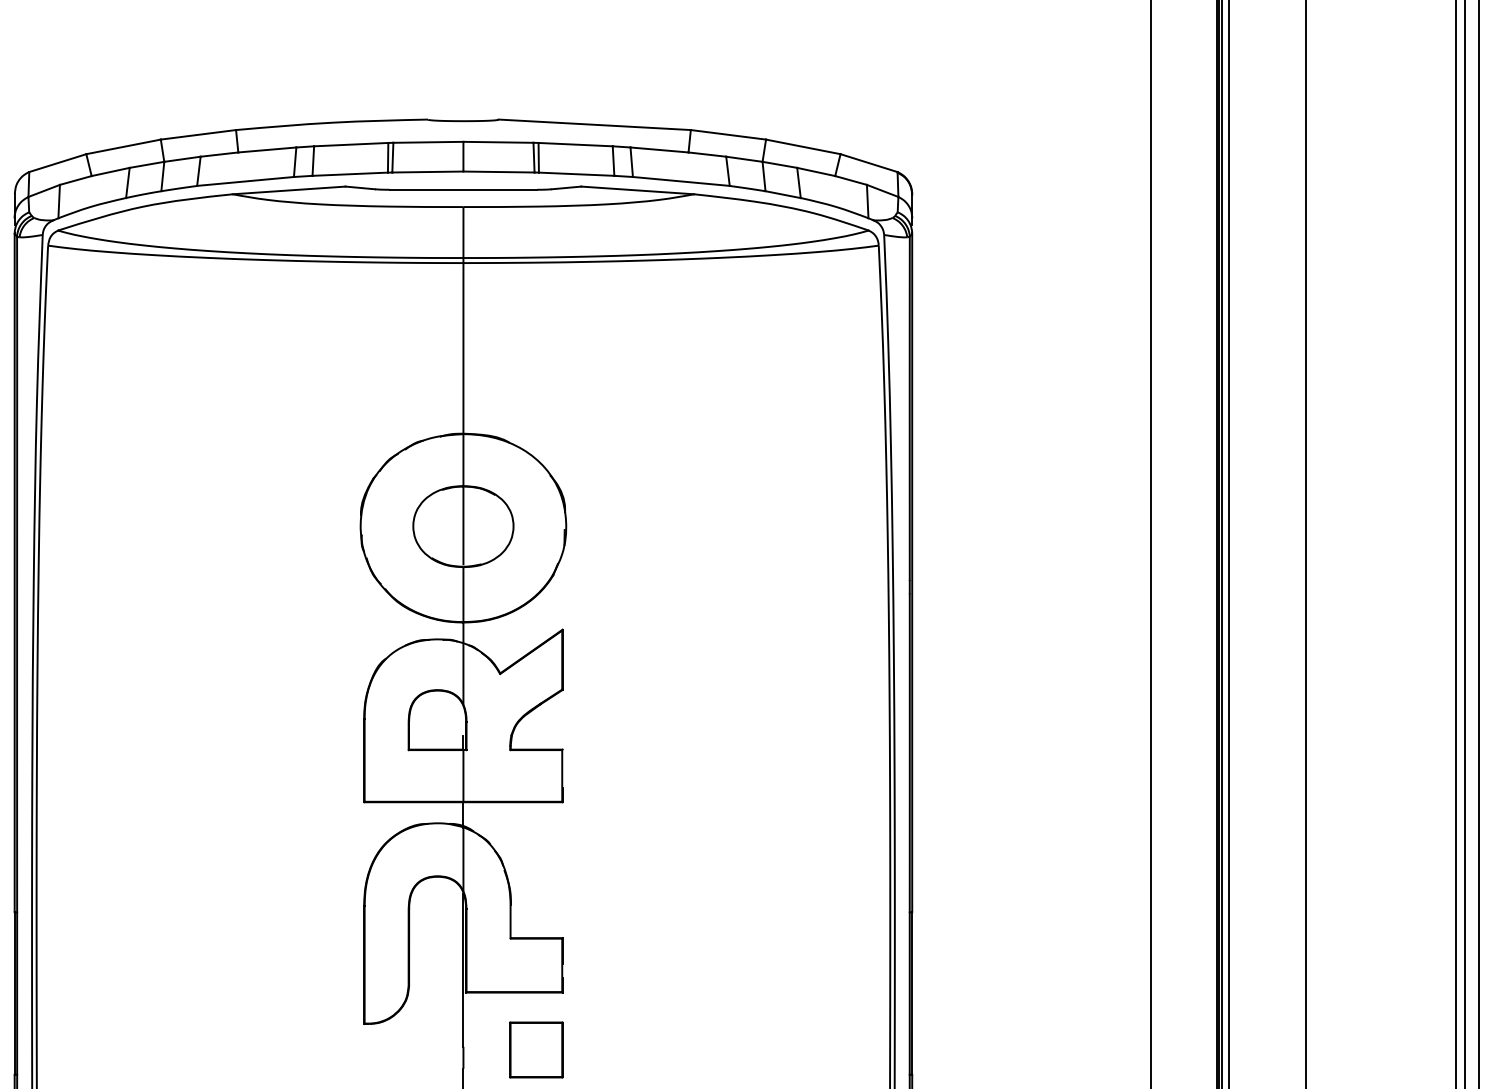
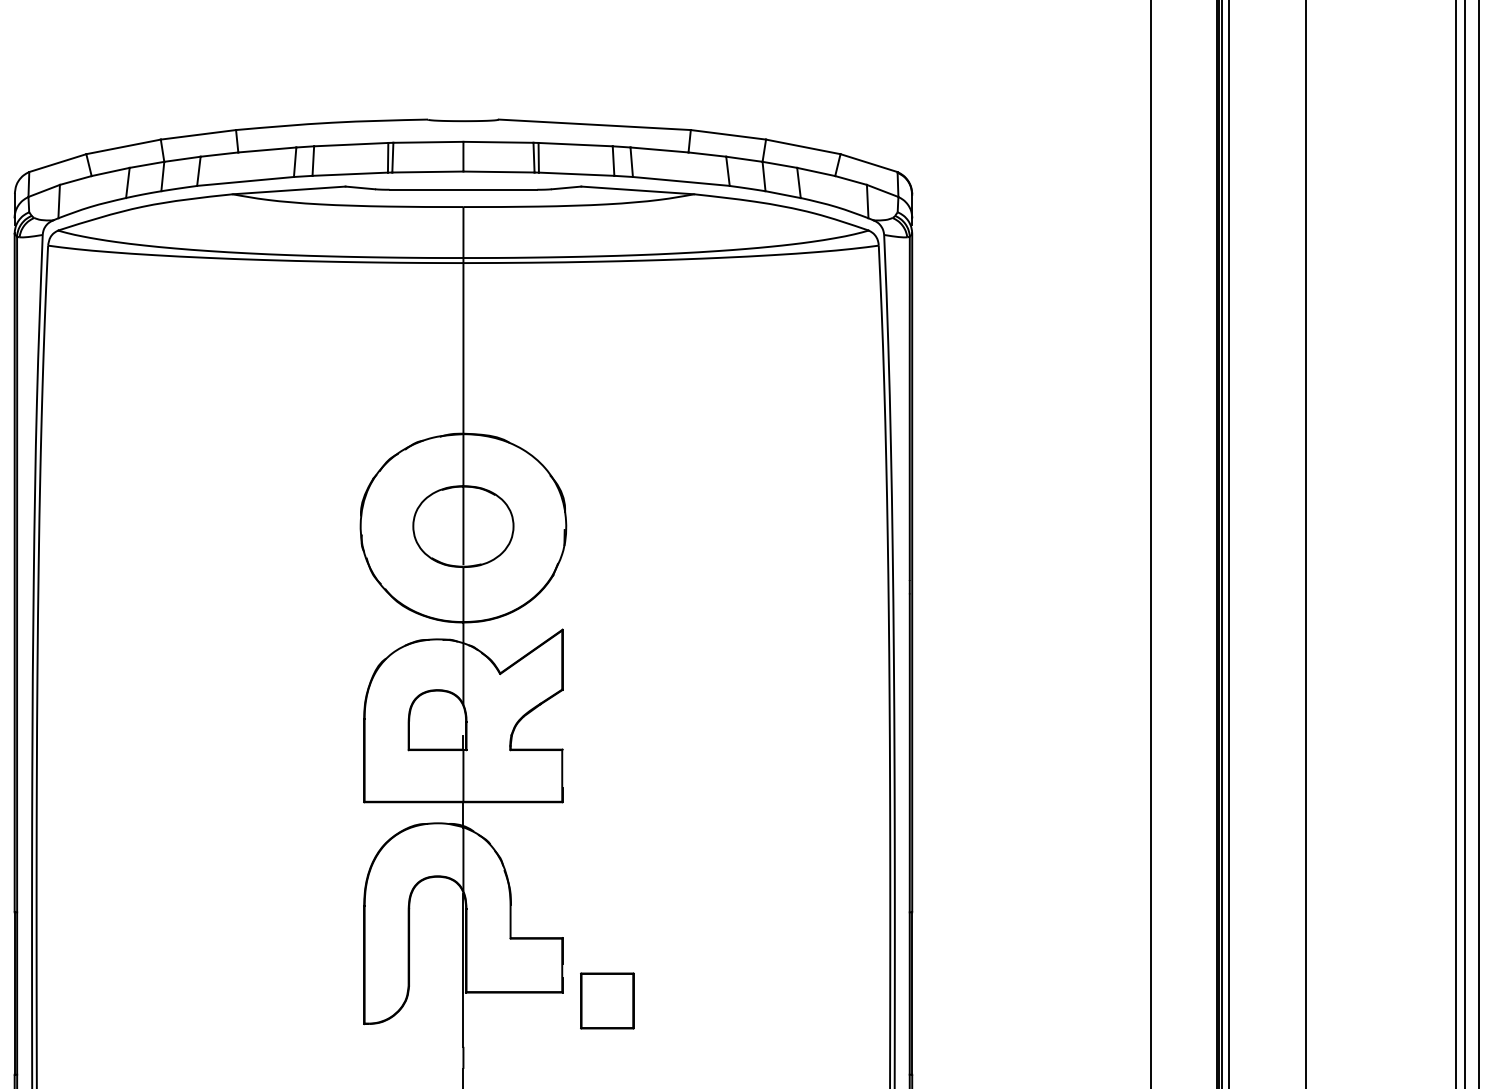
part at (536, 1049) position: (536, 1049) -> (607, 1000)
